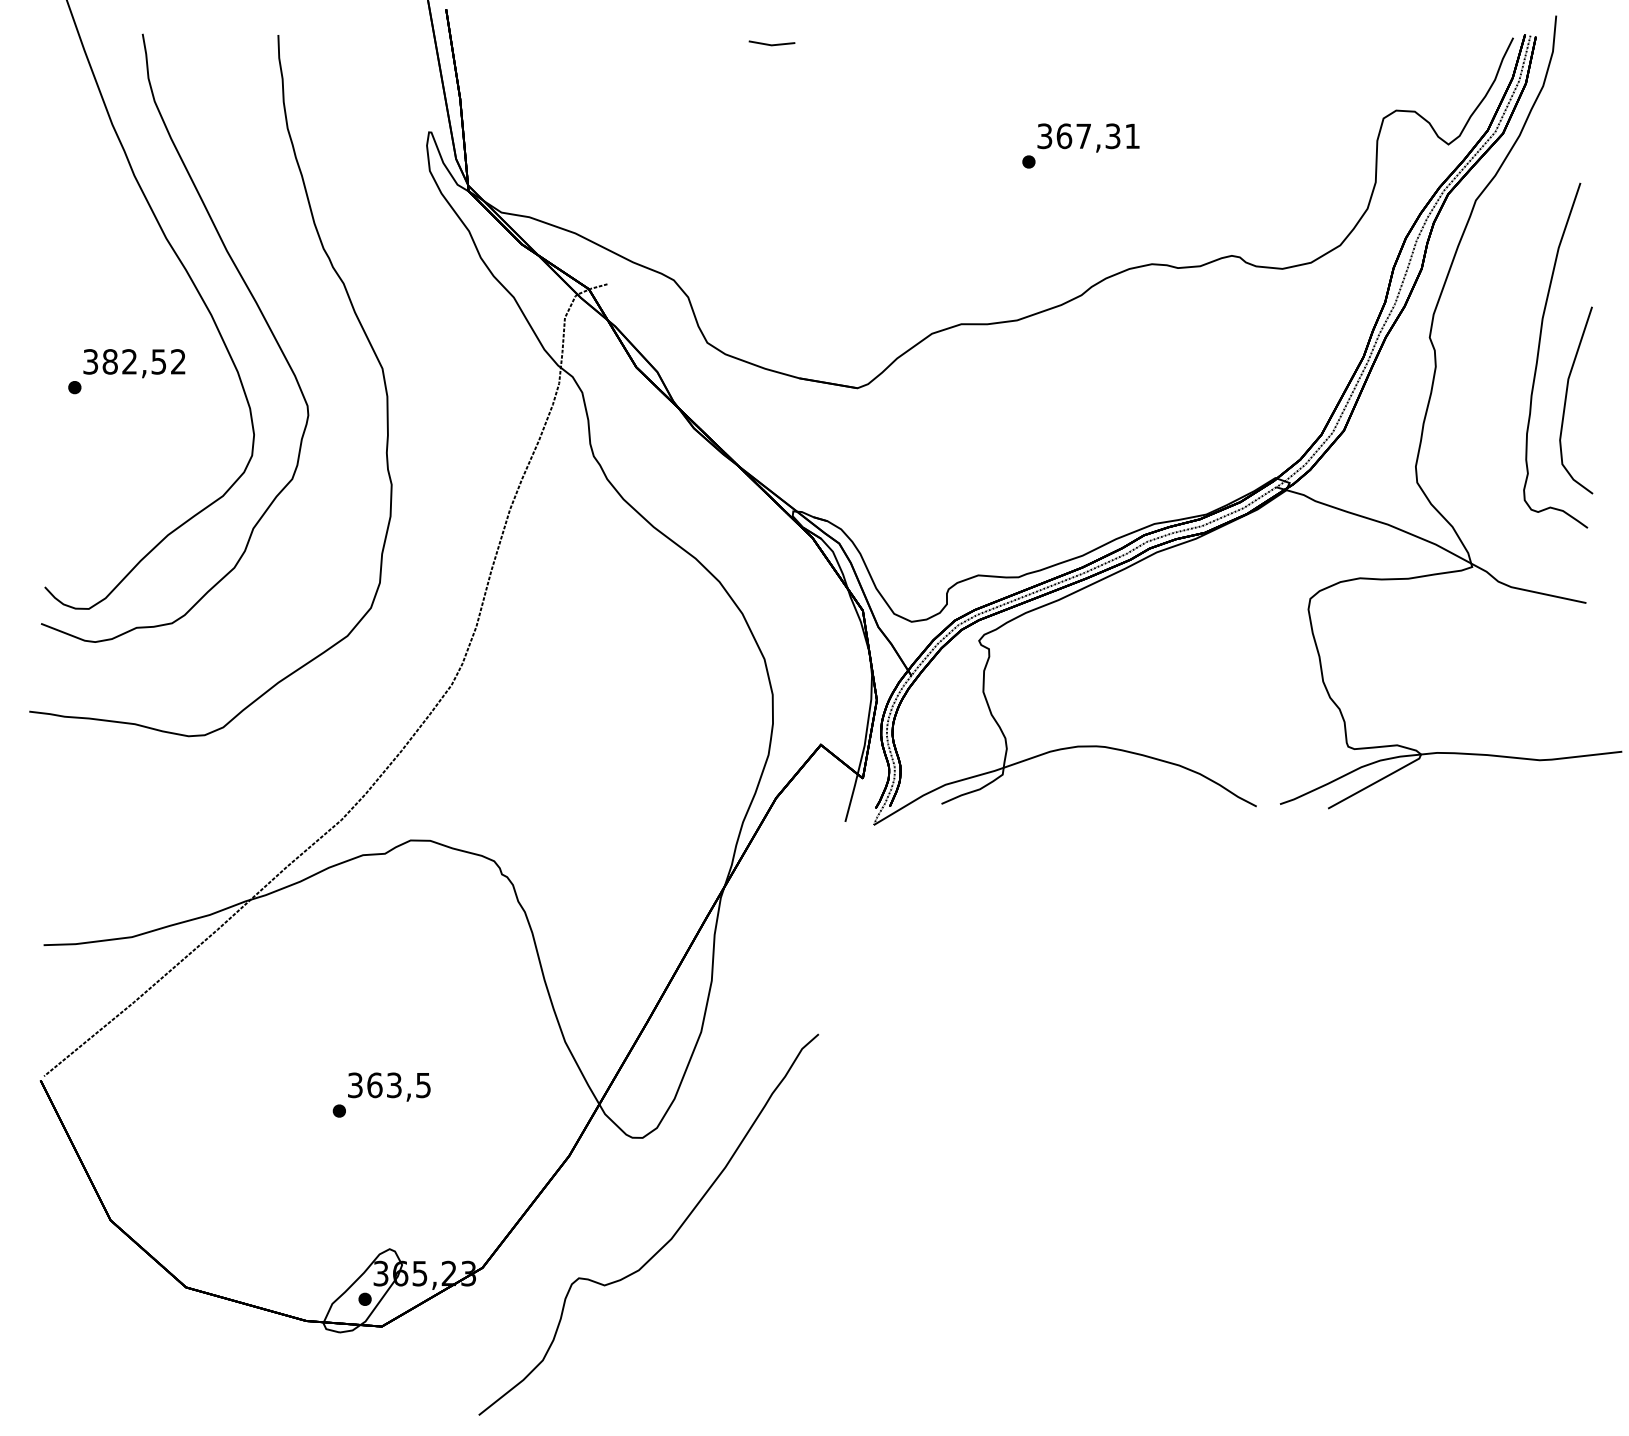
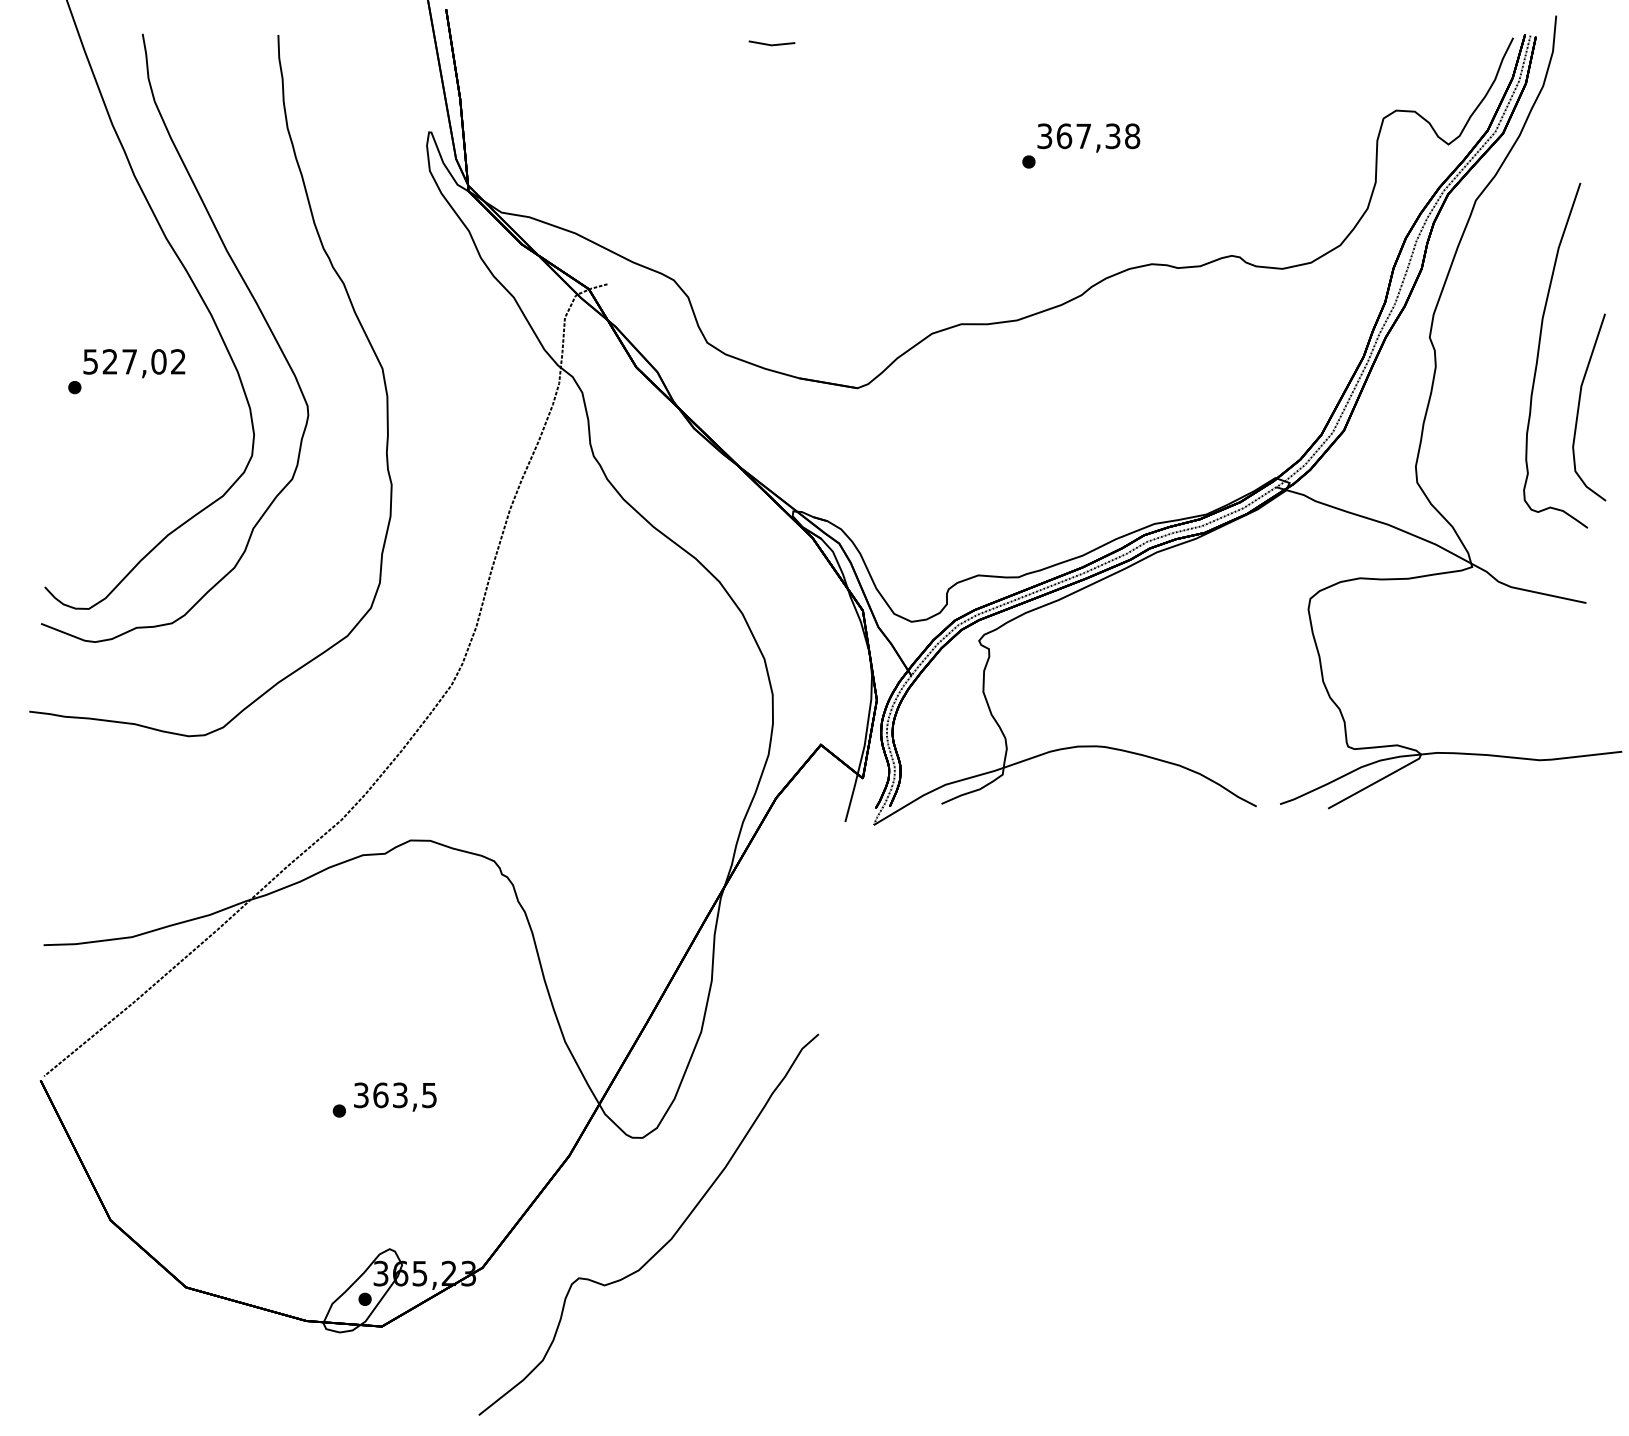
text at (1132, 136): 367,31 -> 367,38
text at (125, 361): 382,52 -> 527,02
part at (1566, 400) position: (1566, 400) -> (1579, 407)
text at (389, 1086) position: (389, 1086) -> (395, 1096)
